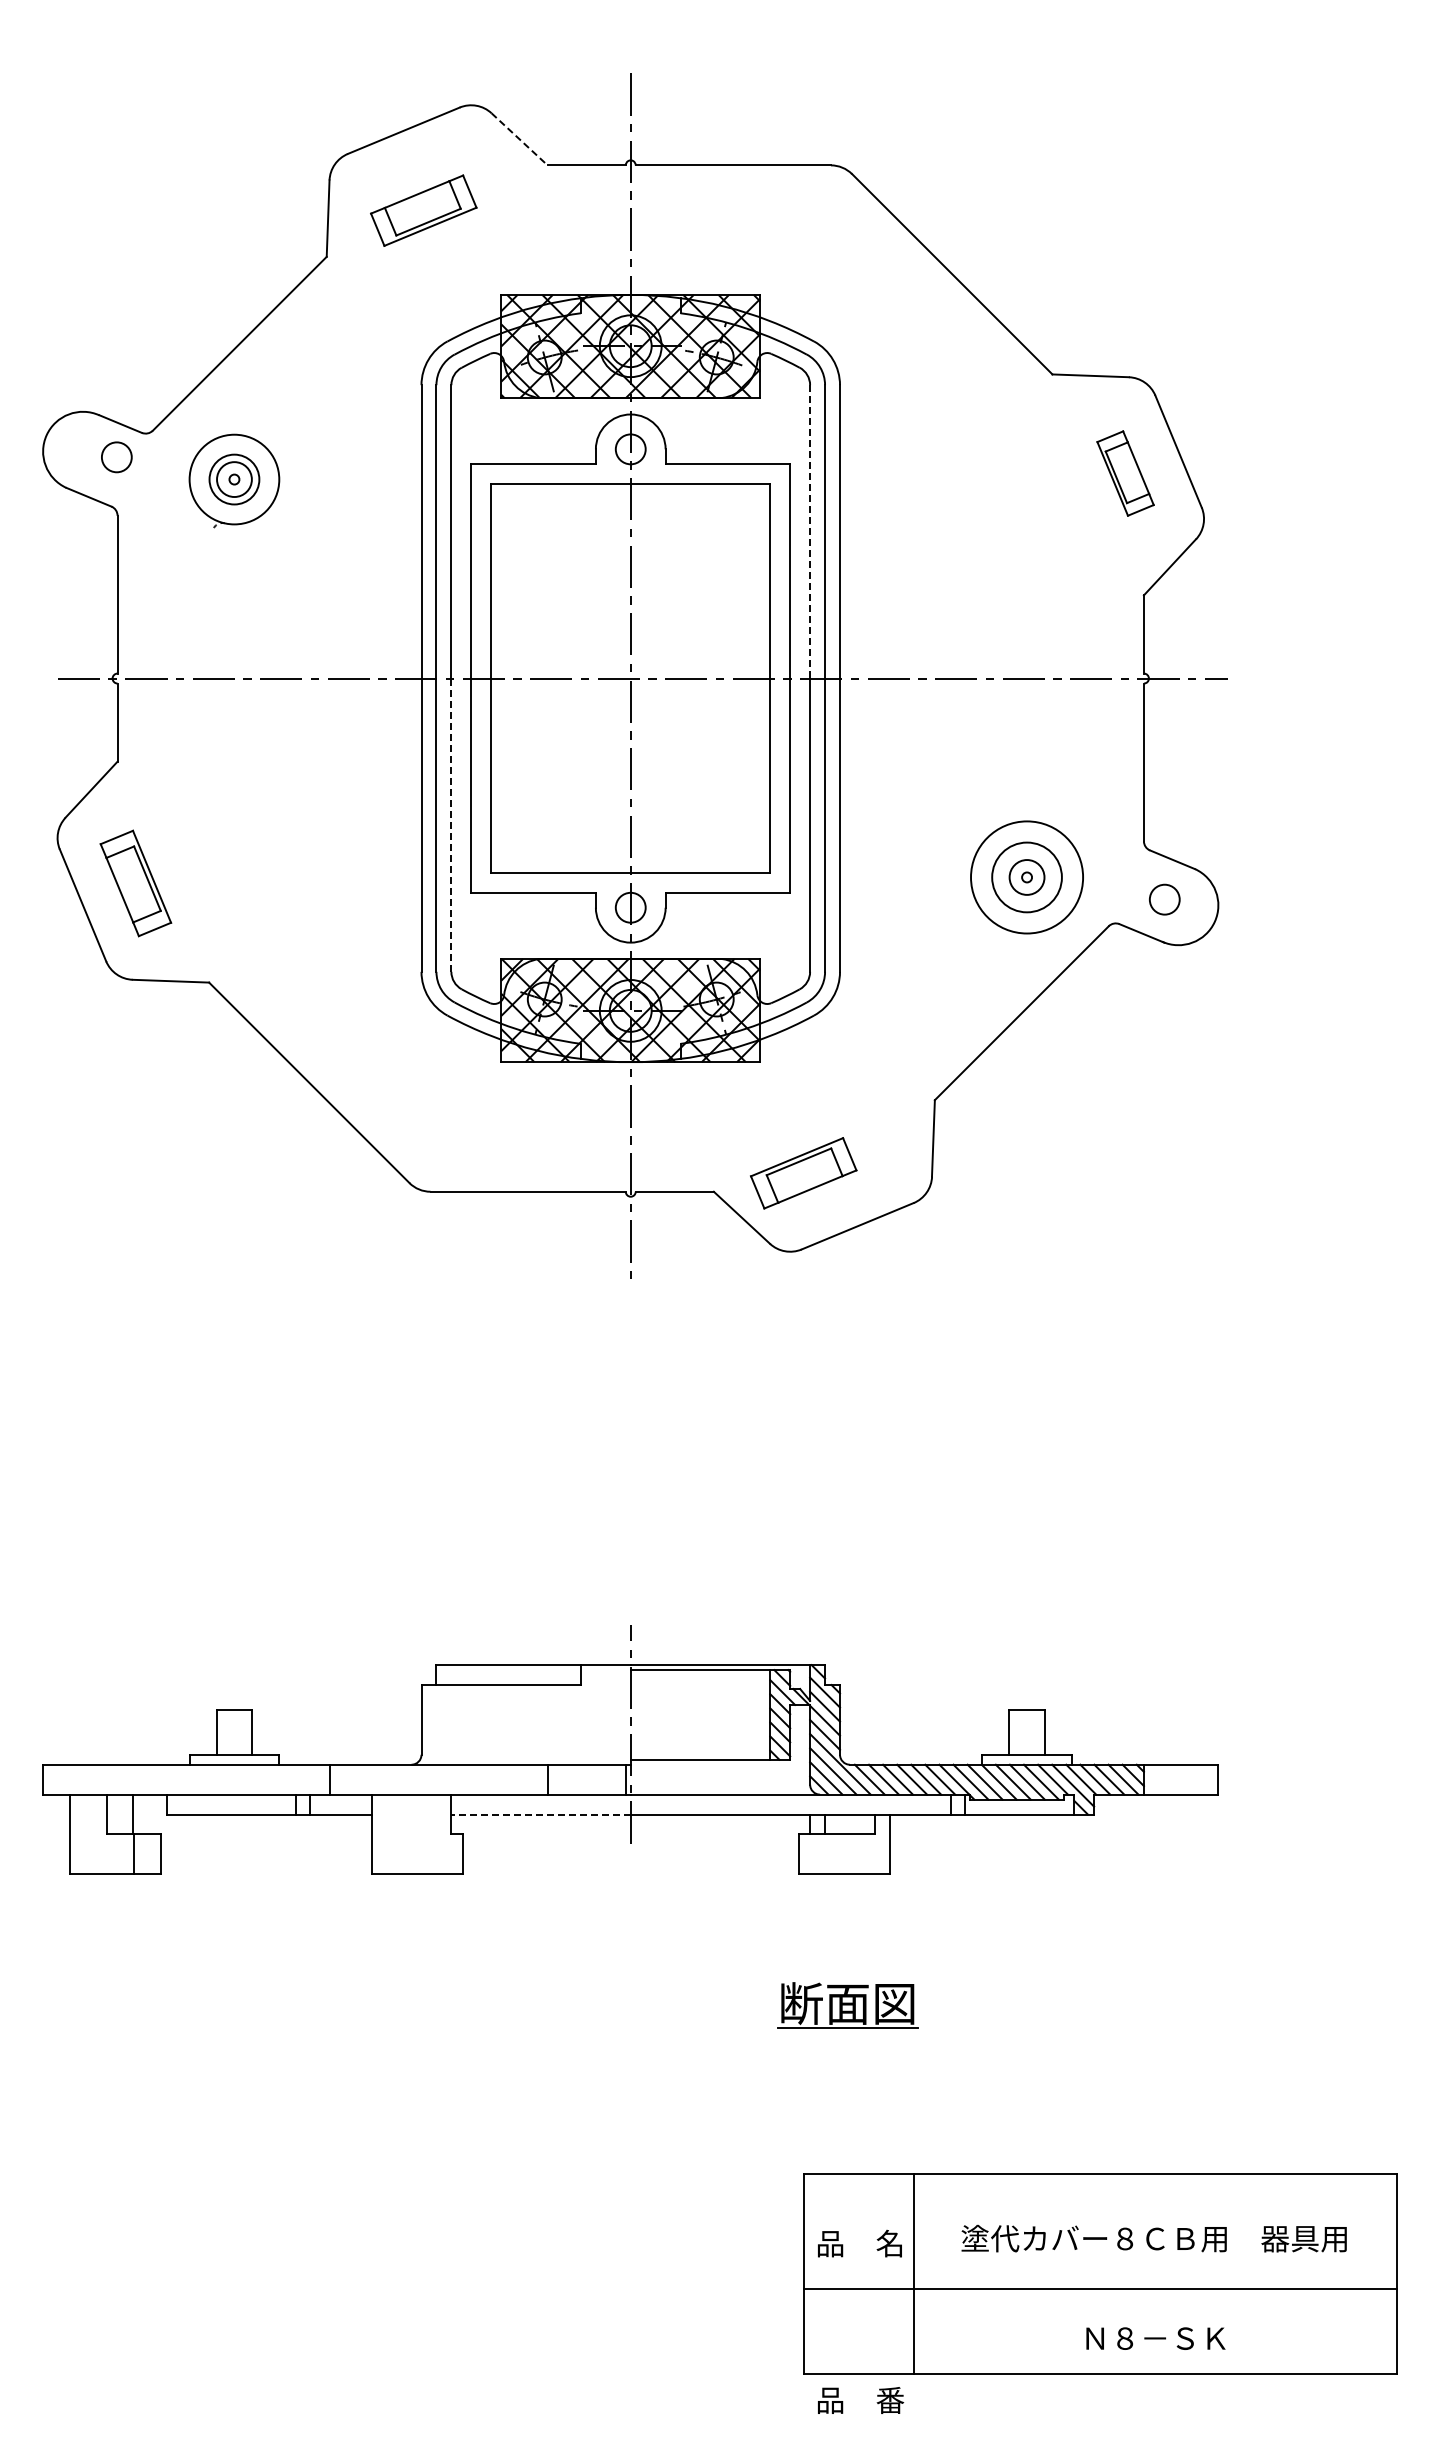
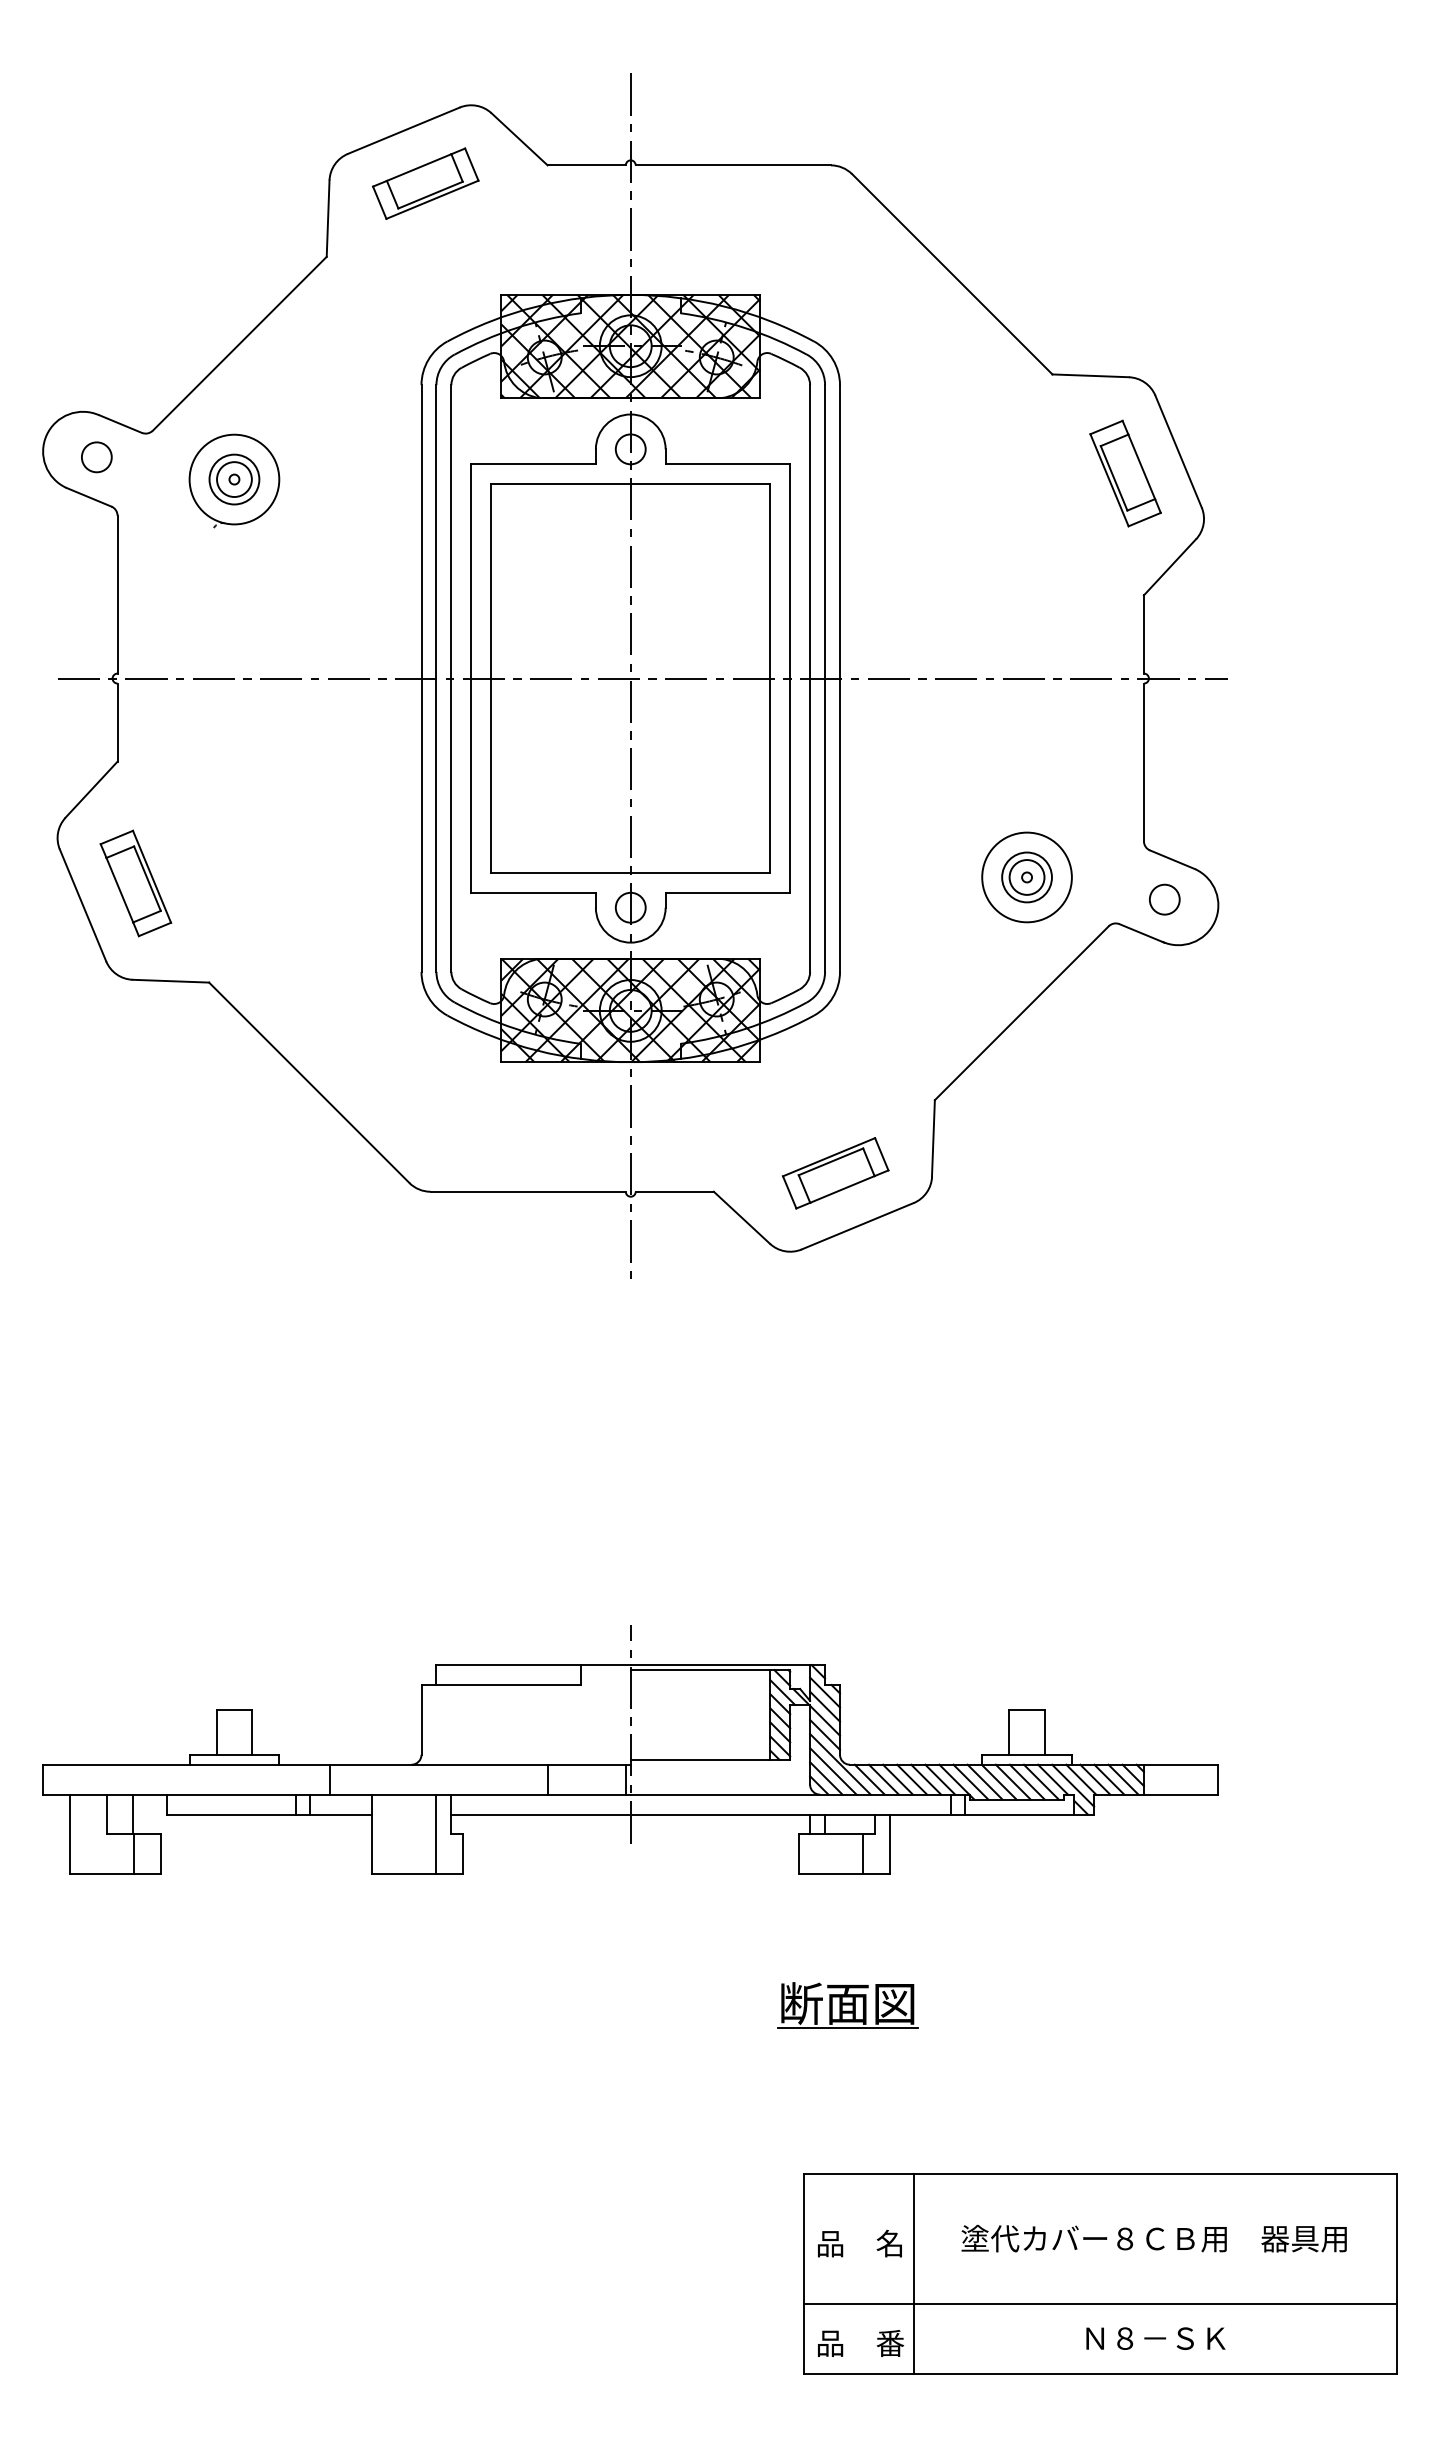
line at (519, 139): dashed -> solid
part at (423, 210) position: (423, 210) -> (425, 183)
circle at (116, 457) position: (116, 457) -> (96, 457)
part at (1125, 473) size: 59x87 px -> 73x109 px
line at (810, 531): dashed -> solid
line at (451, 825): dashed -> solid
circle at (1026, 877) diameter: 70 px -> 50 px
circle at (1027, 877) diameter: 112 px -> 90 px
part at (803, 1173) position: (803, 1173) -> (835, 1173)
line at (541, 1814): dashed -> solid
line at (436, 1834): none -> present
line at (863, 1854): none -> present
line at (1099, 2288) position: (1099, 2288) -> (1099, 2303)
text at (861, 2400) position: (861, 2400) -> (861, 2343)
